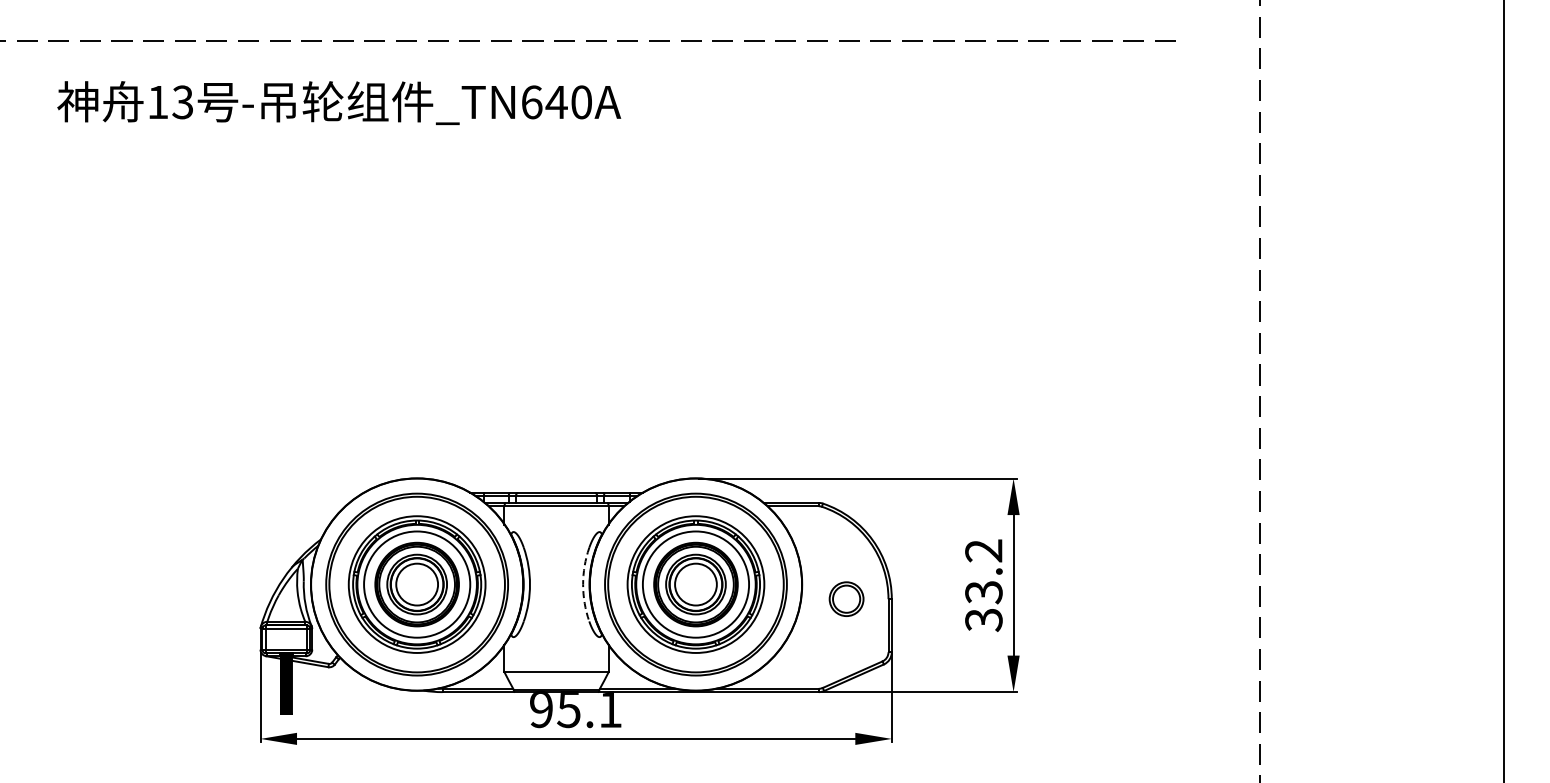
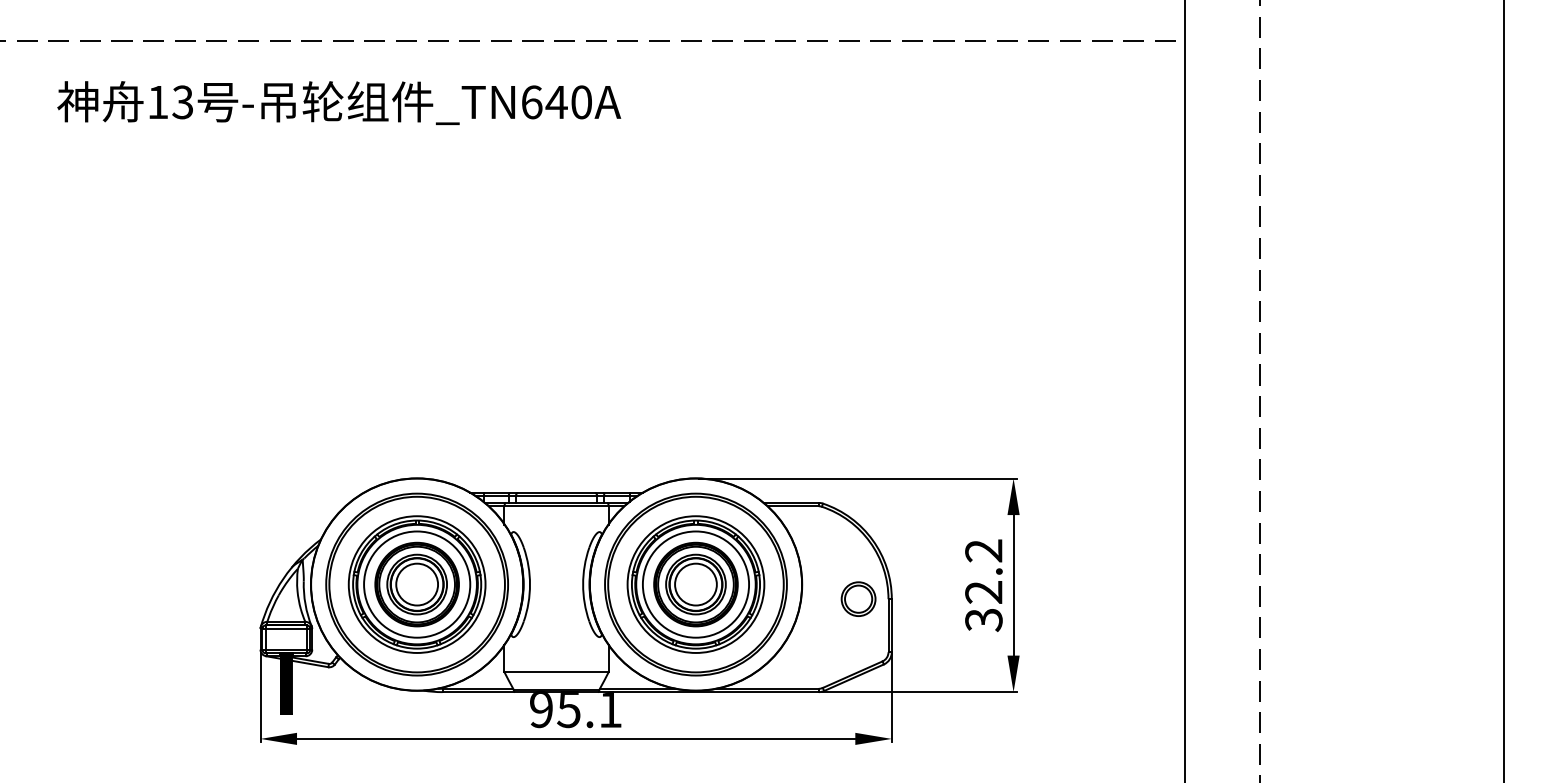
line at (1185, 390): none -> present
arc at (583, 584): dashed -> solid
text at (984, 592): 33.2 -> 32.2
part at (846, 598) position: (846, 598) -> (858, 598)
